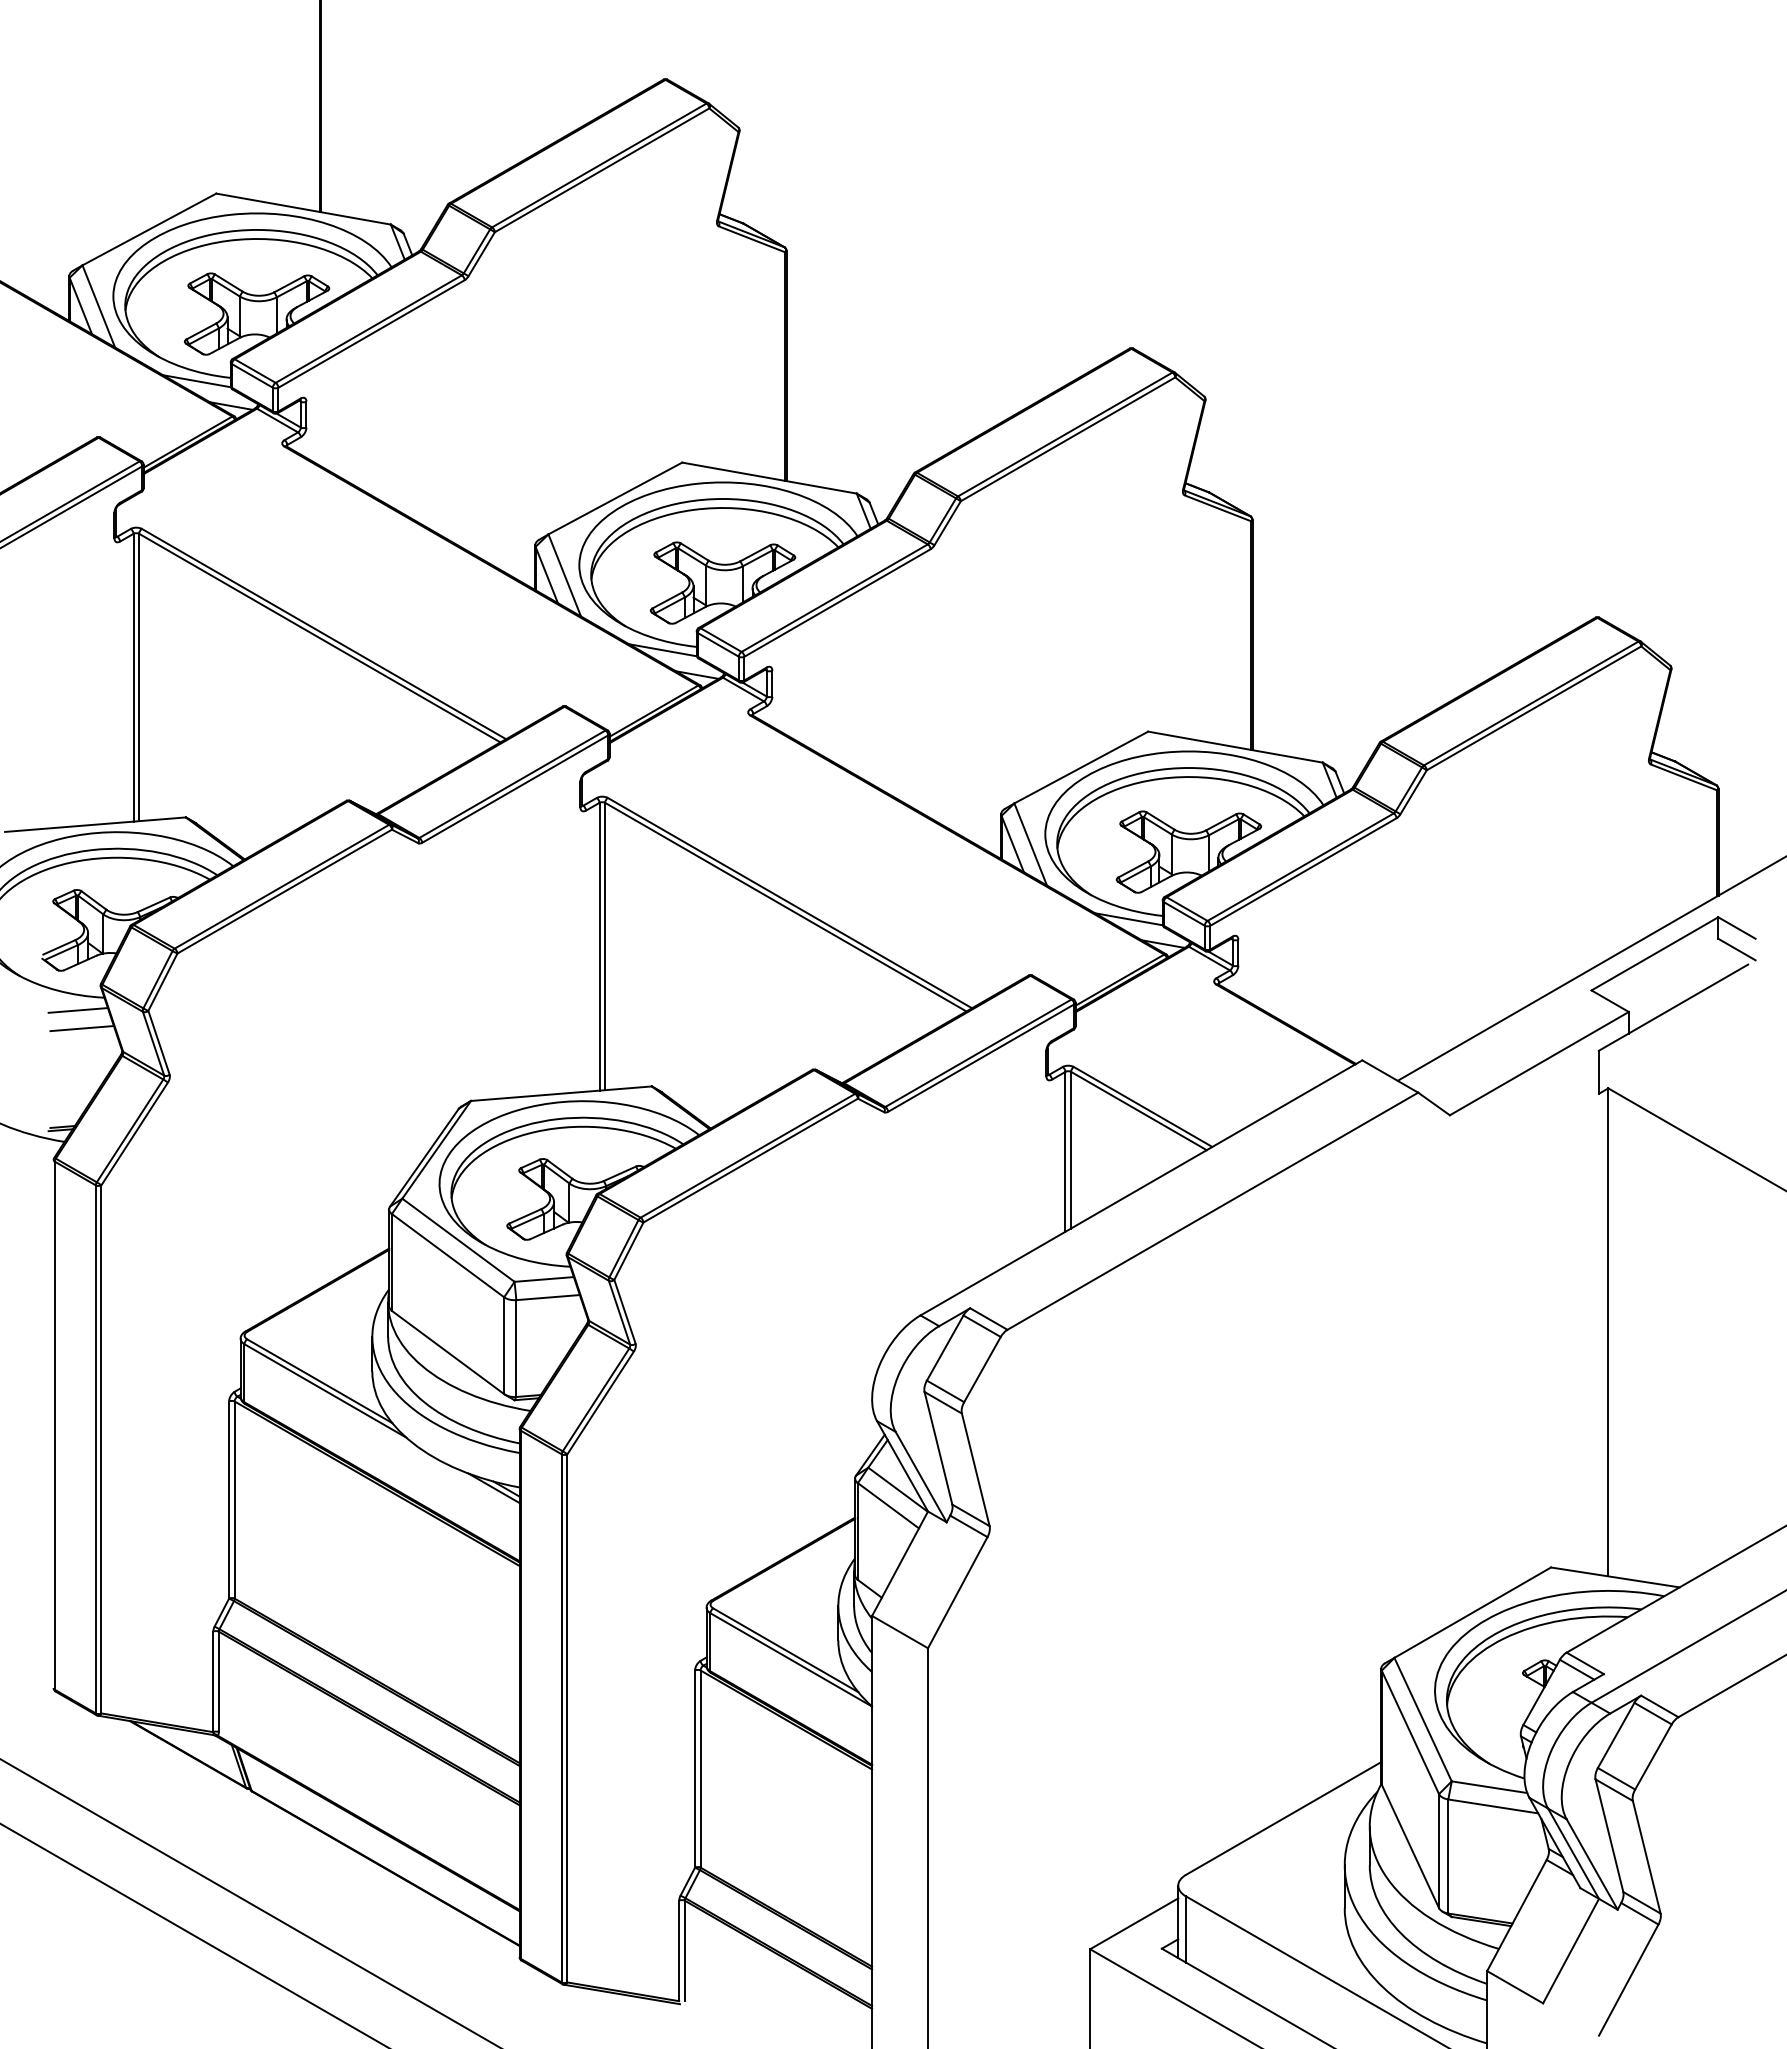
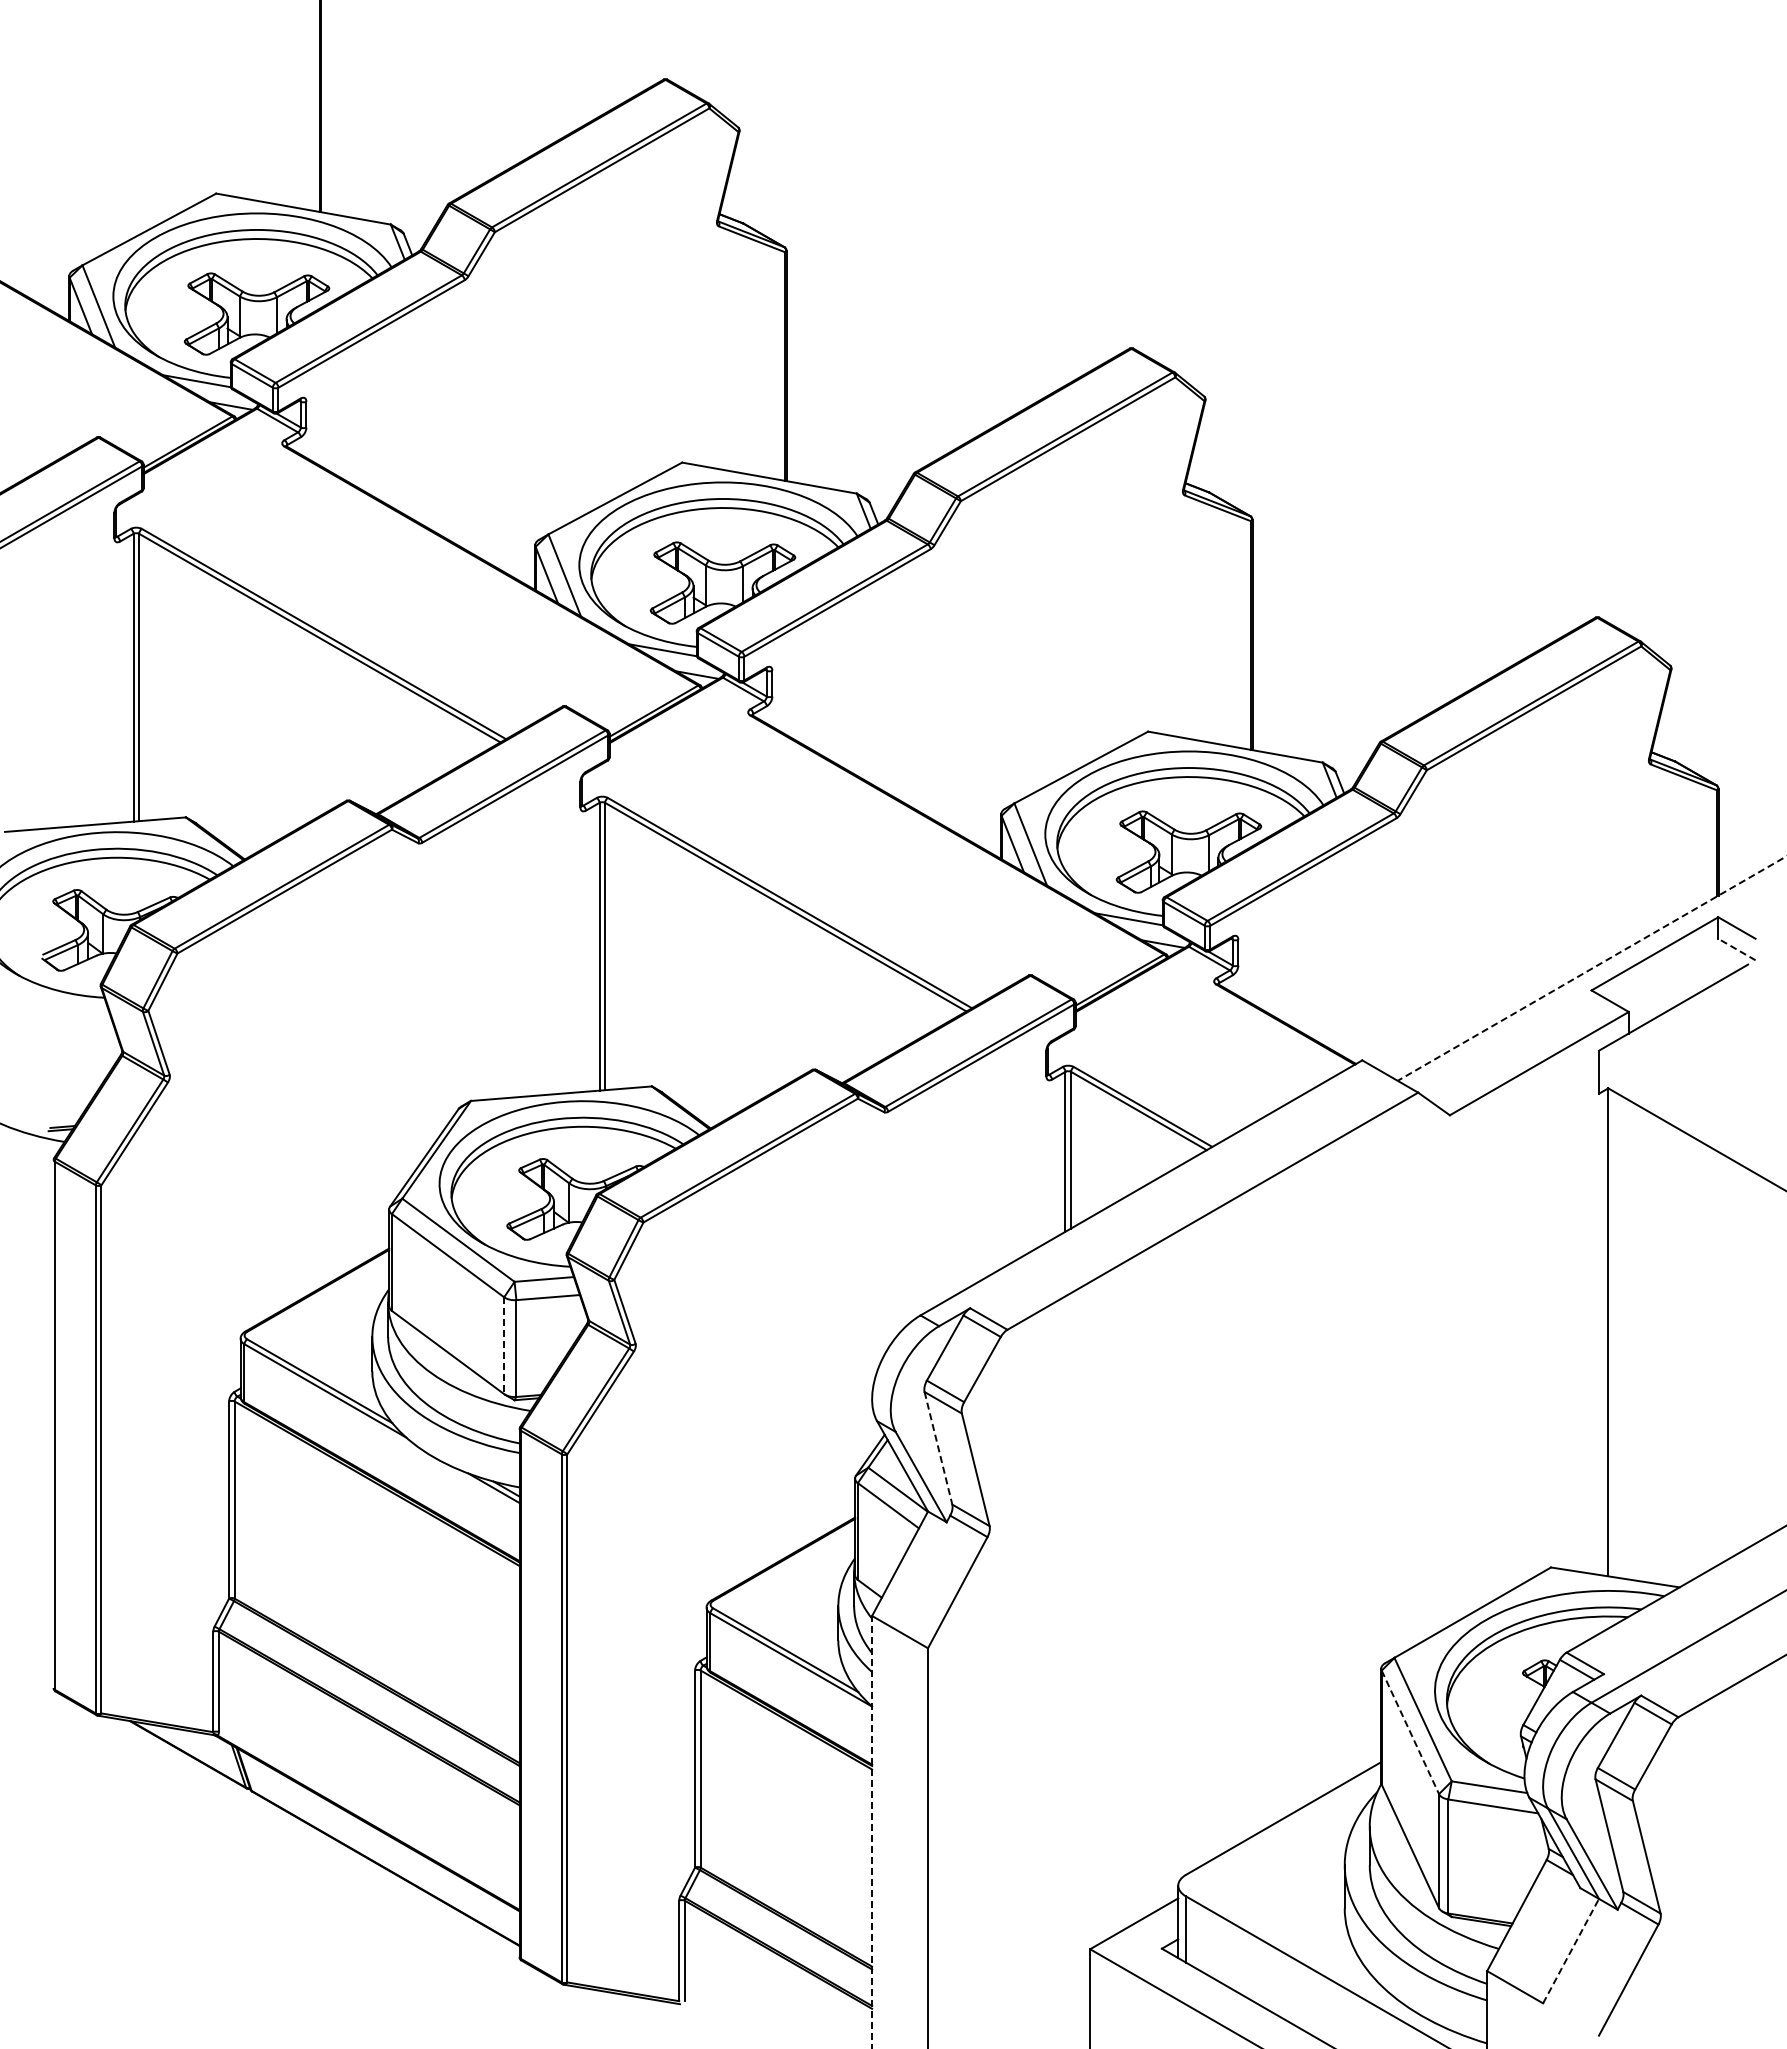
line at (1736, 949): solid -> dashed
line at (1592, 968): solid -> dashed
line at (77, 1010): present -> none
line at (81, 1028): present -> none
line at (504, 1346): solid -> dashed
line at (938, 1448): solid -> dashed
line at (1410, 1732): solid -> dashed
line at (872, 1831): solid -> dashed
line at (249, 1902): present -> none
line at (193, 1934): present -> none
line at (1571, 1950): solid -> dashed
